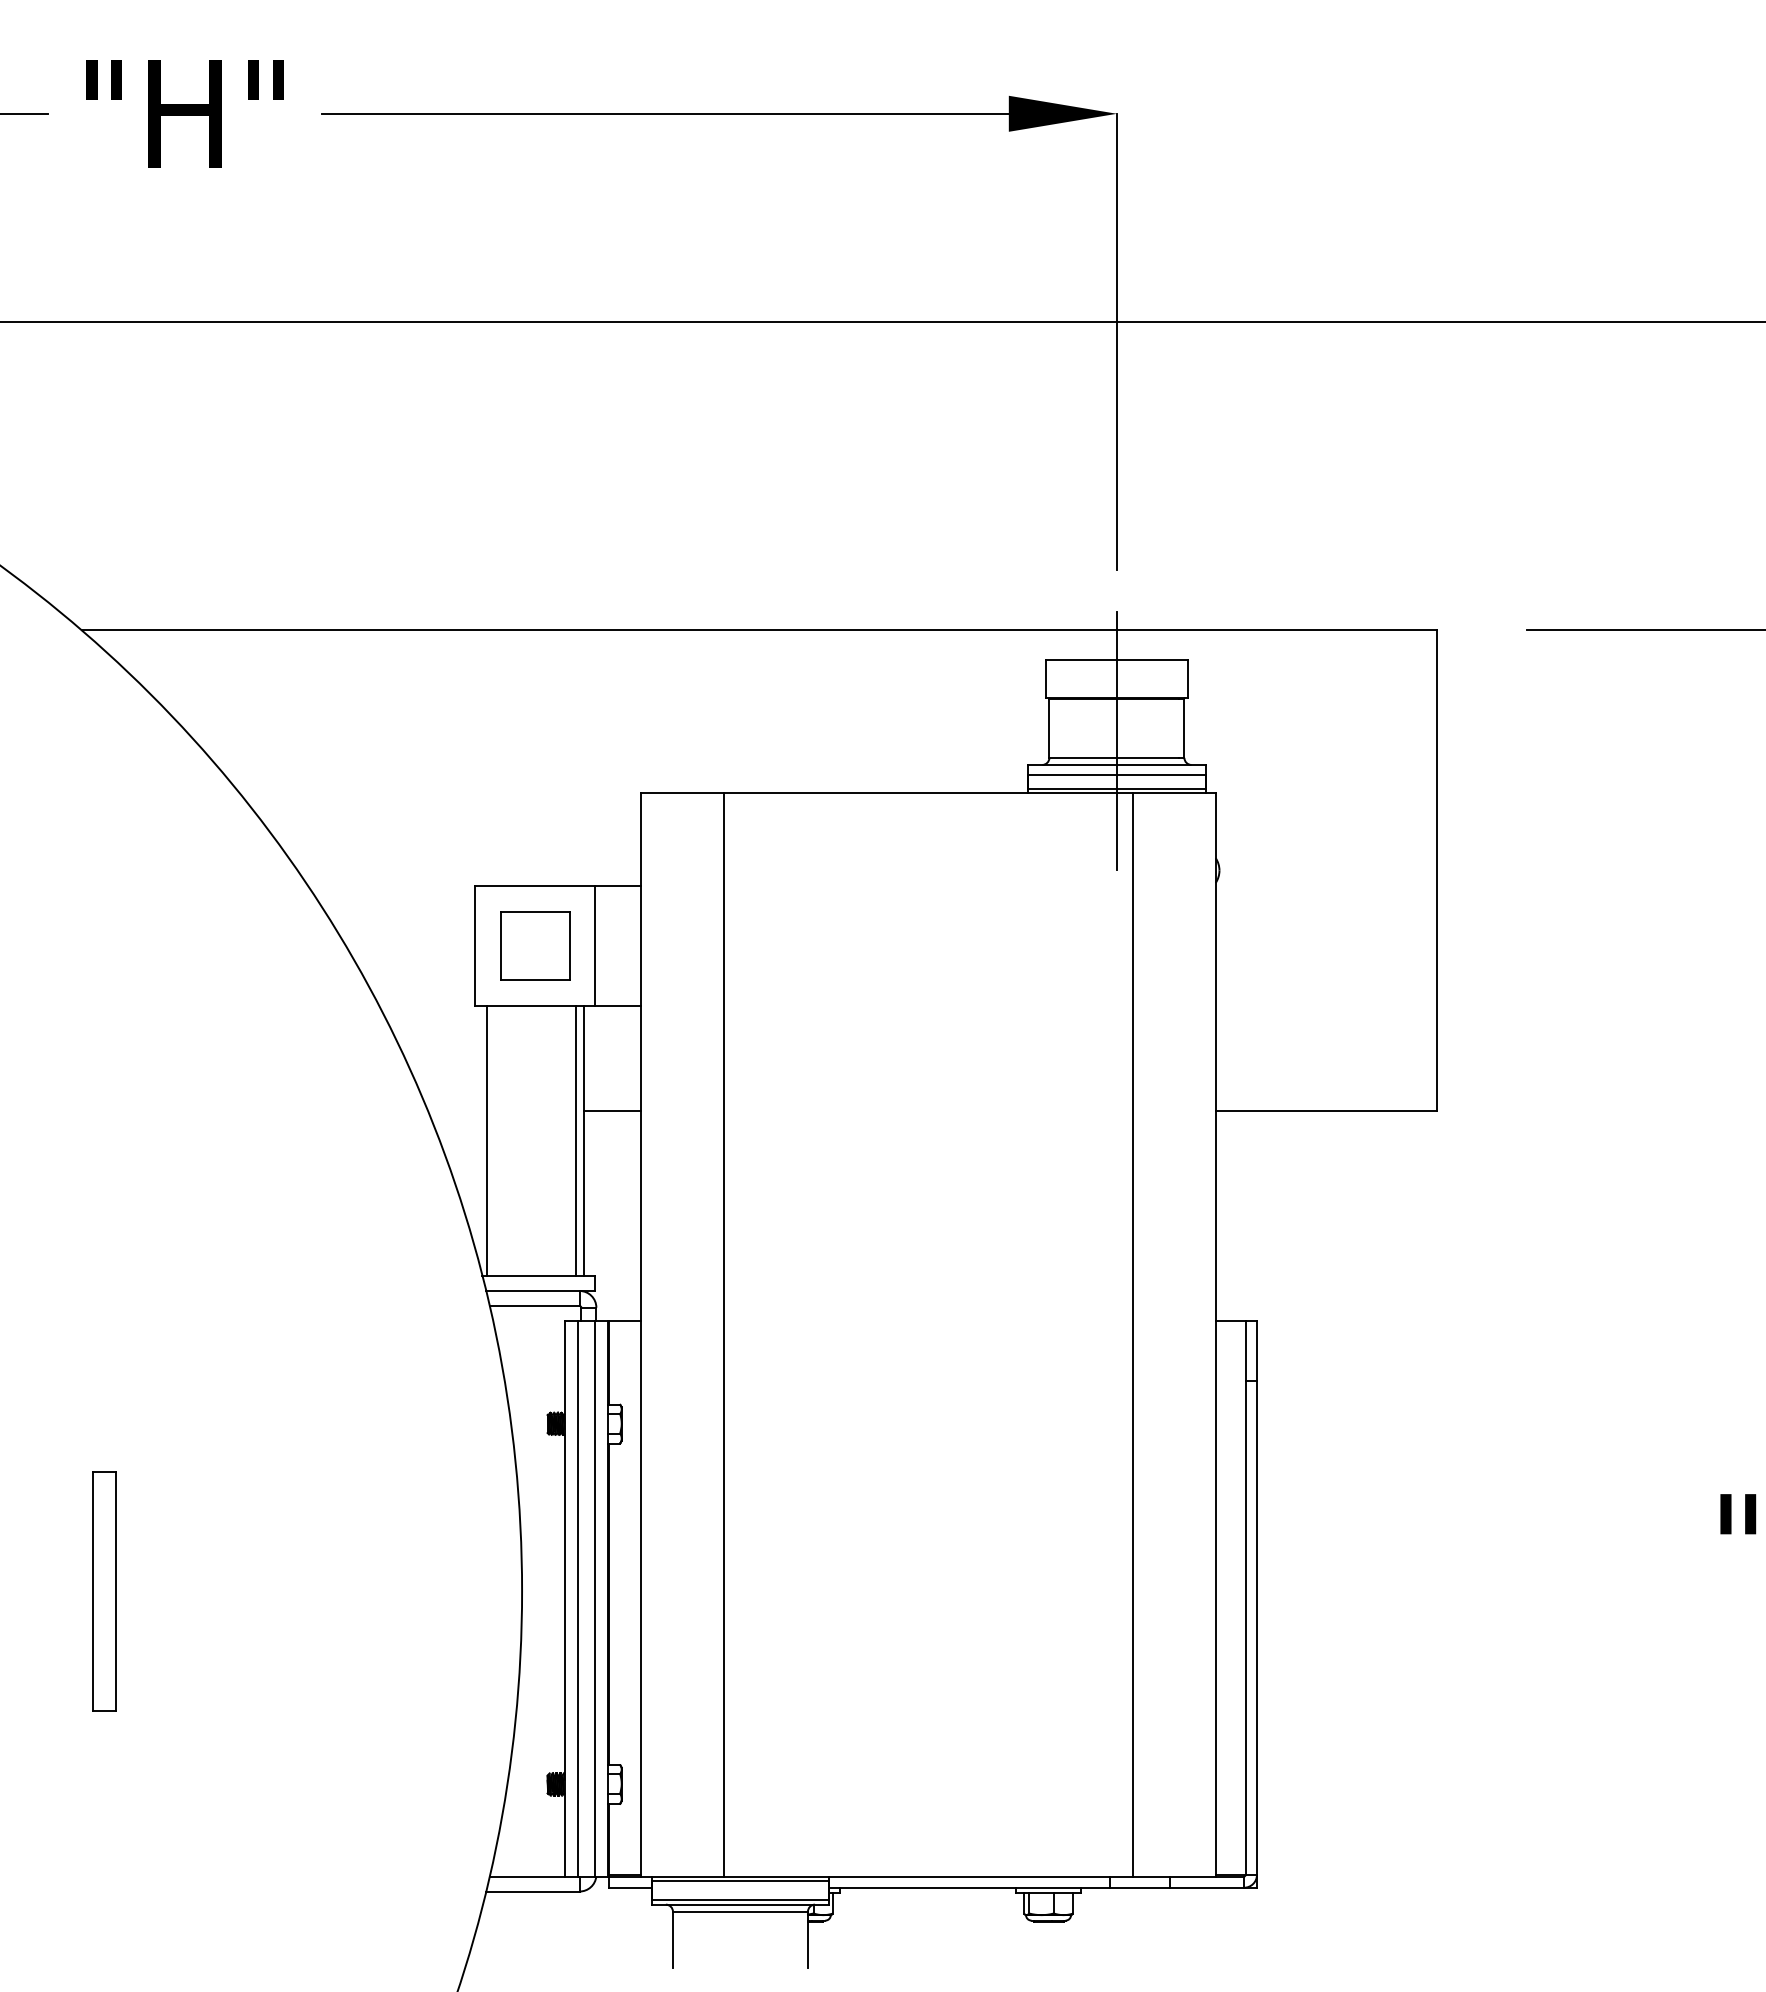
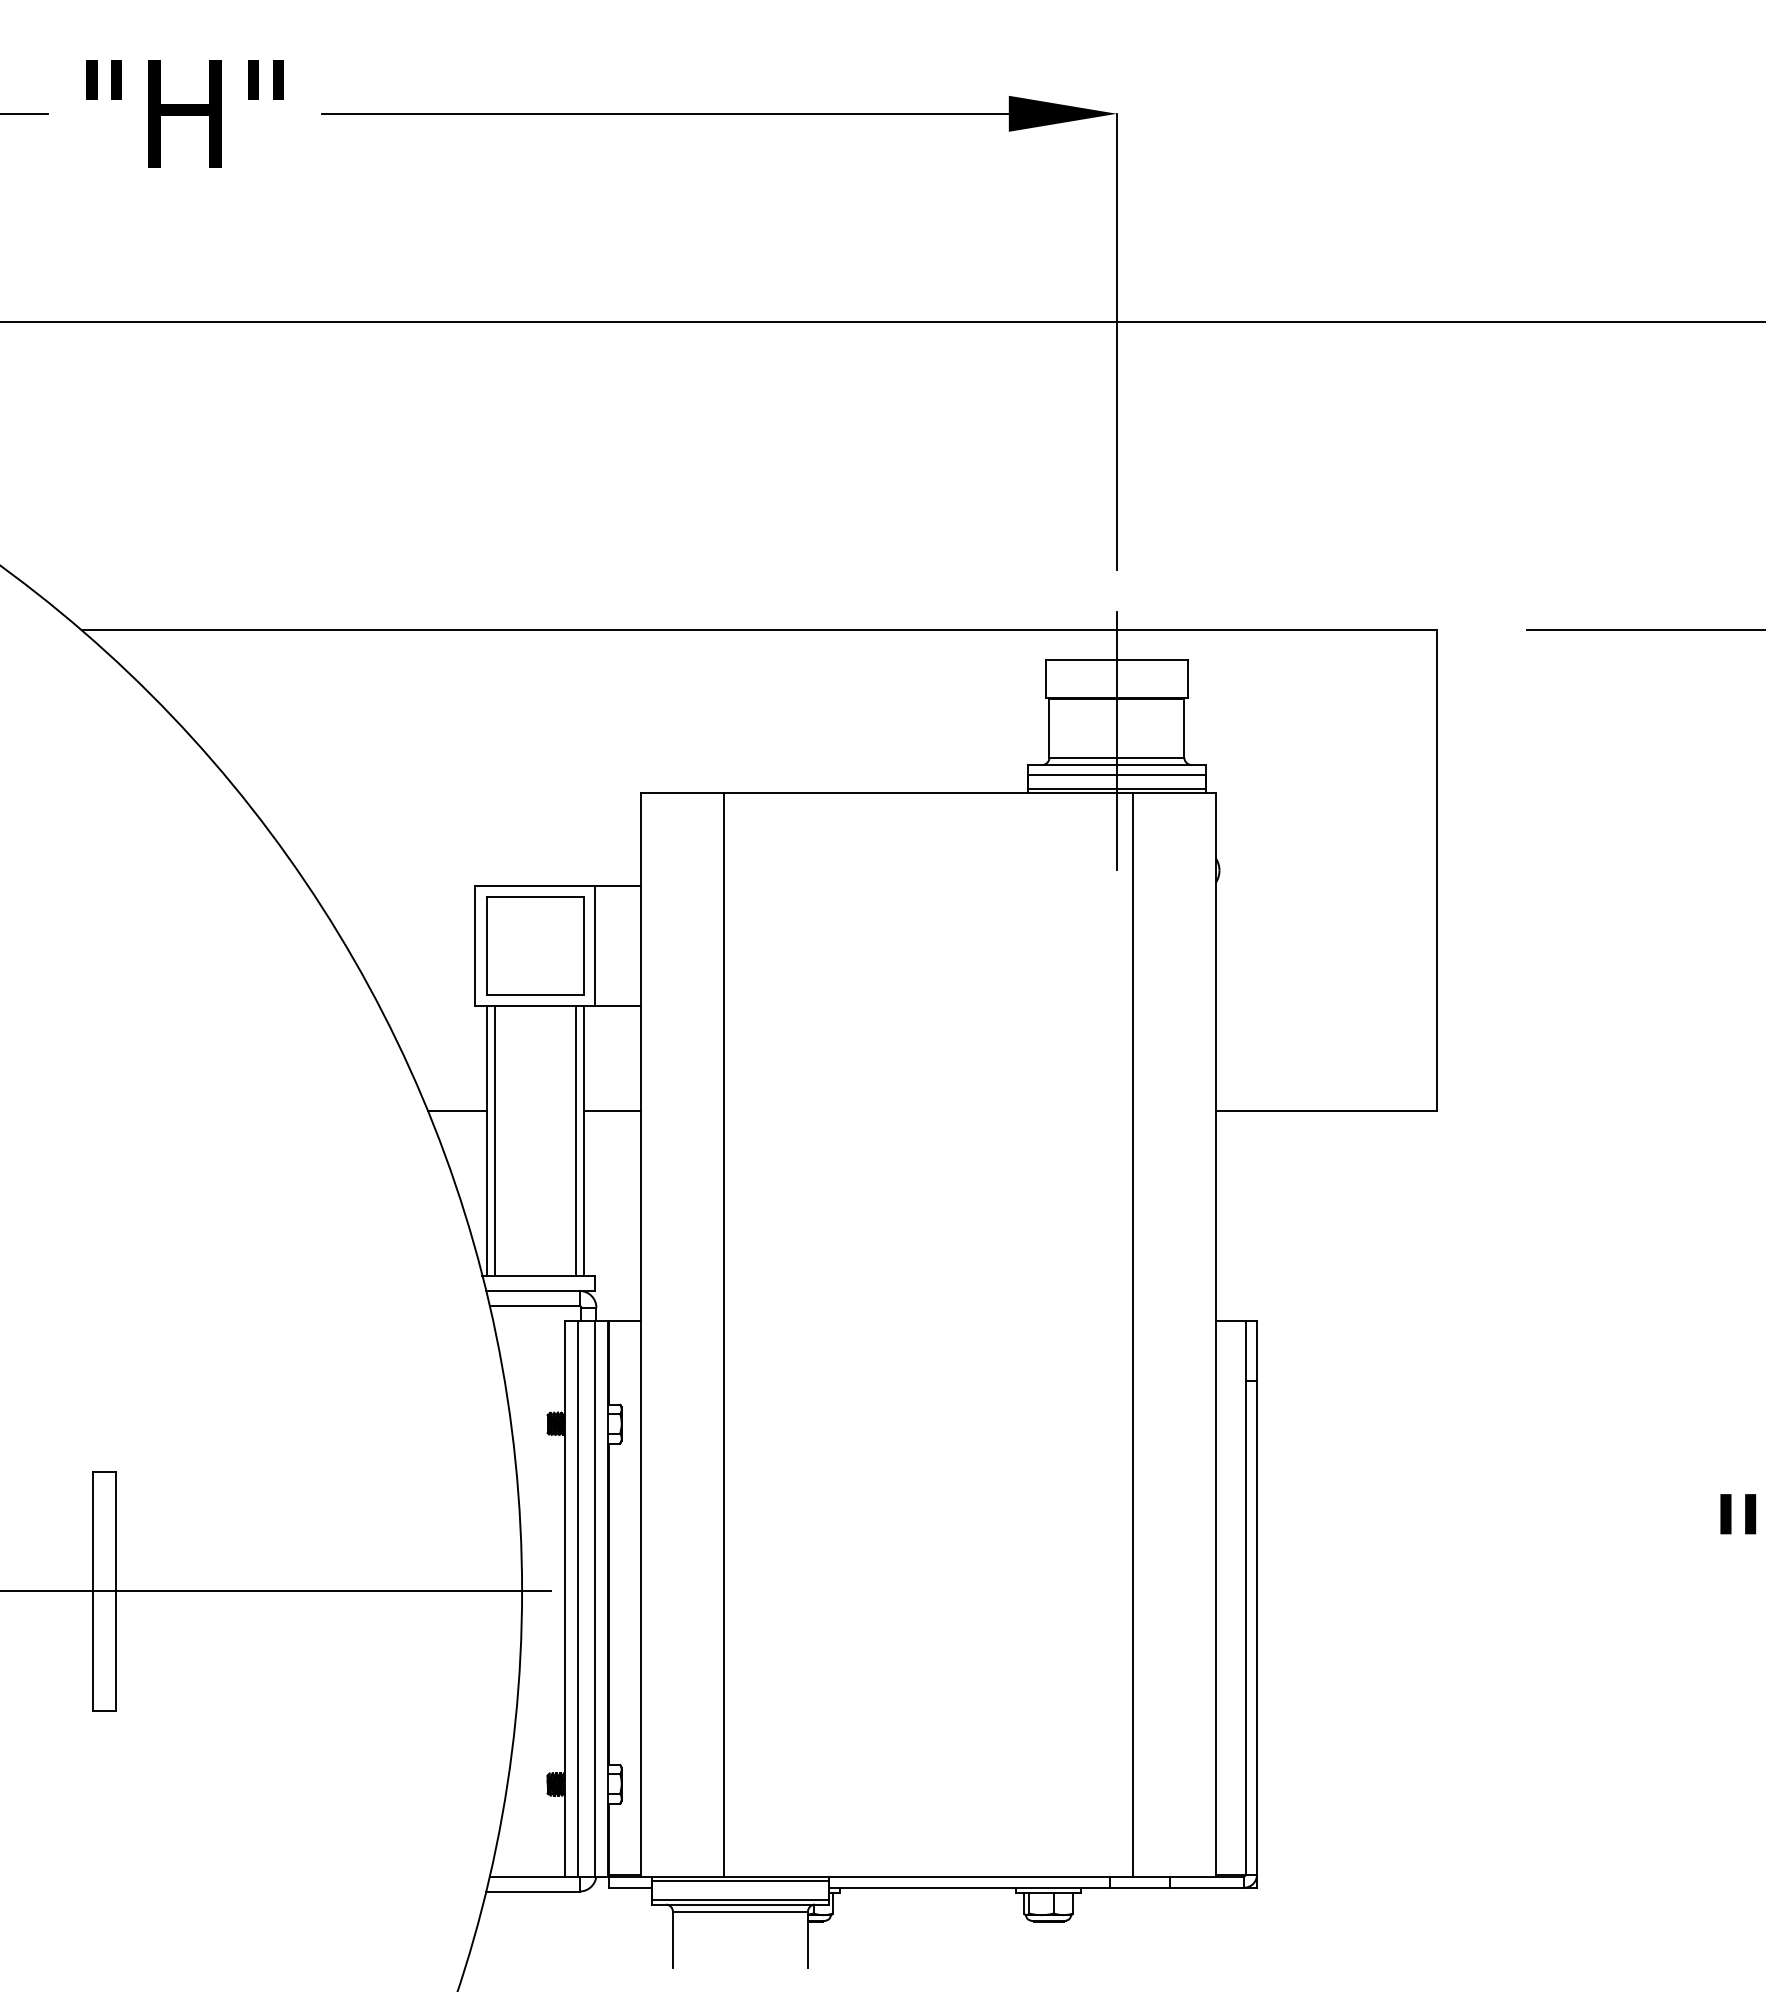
part at (535, 945) size: 71x70 px -> 99x100 px
line at (456, 1110): none -> present
line at (494, 1140): none -> present
line at (276, 1591): none -> present
